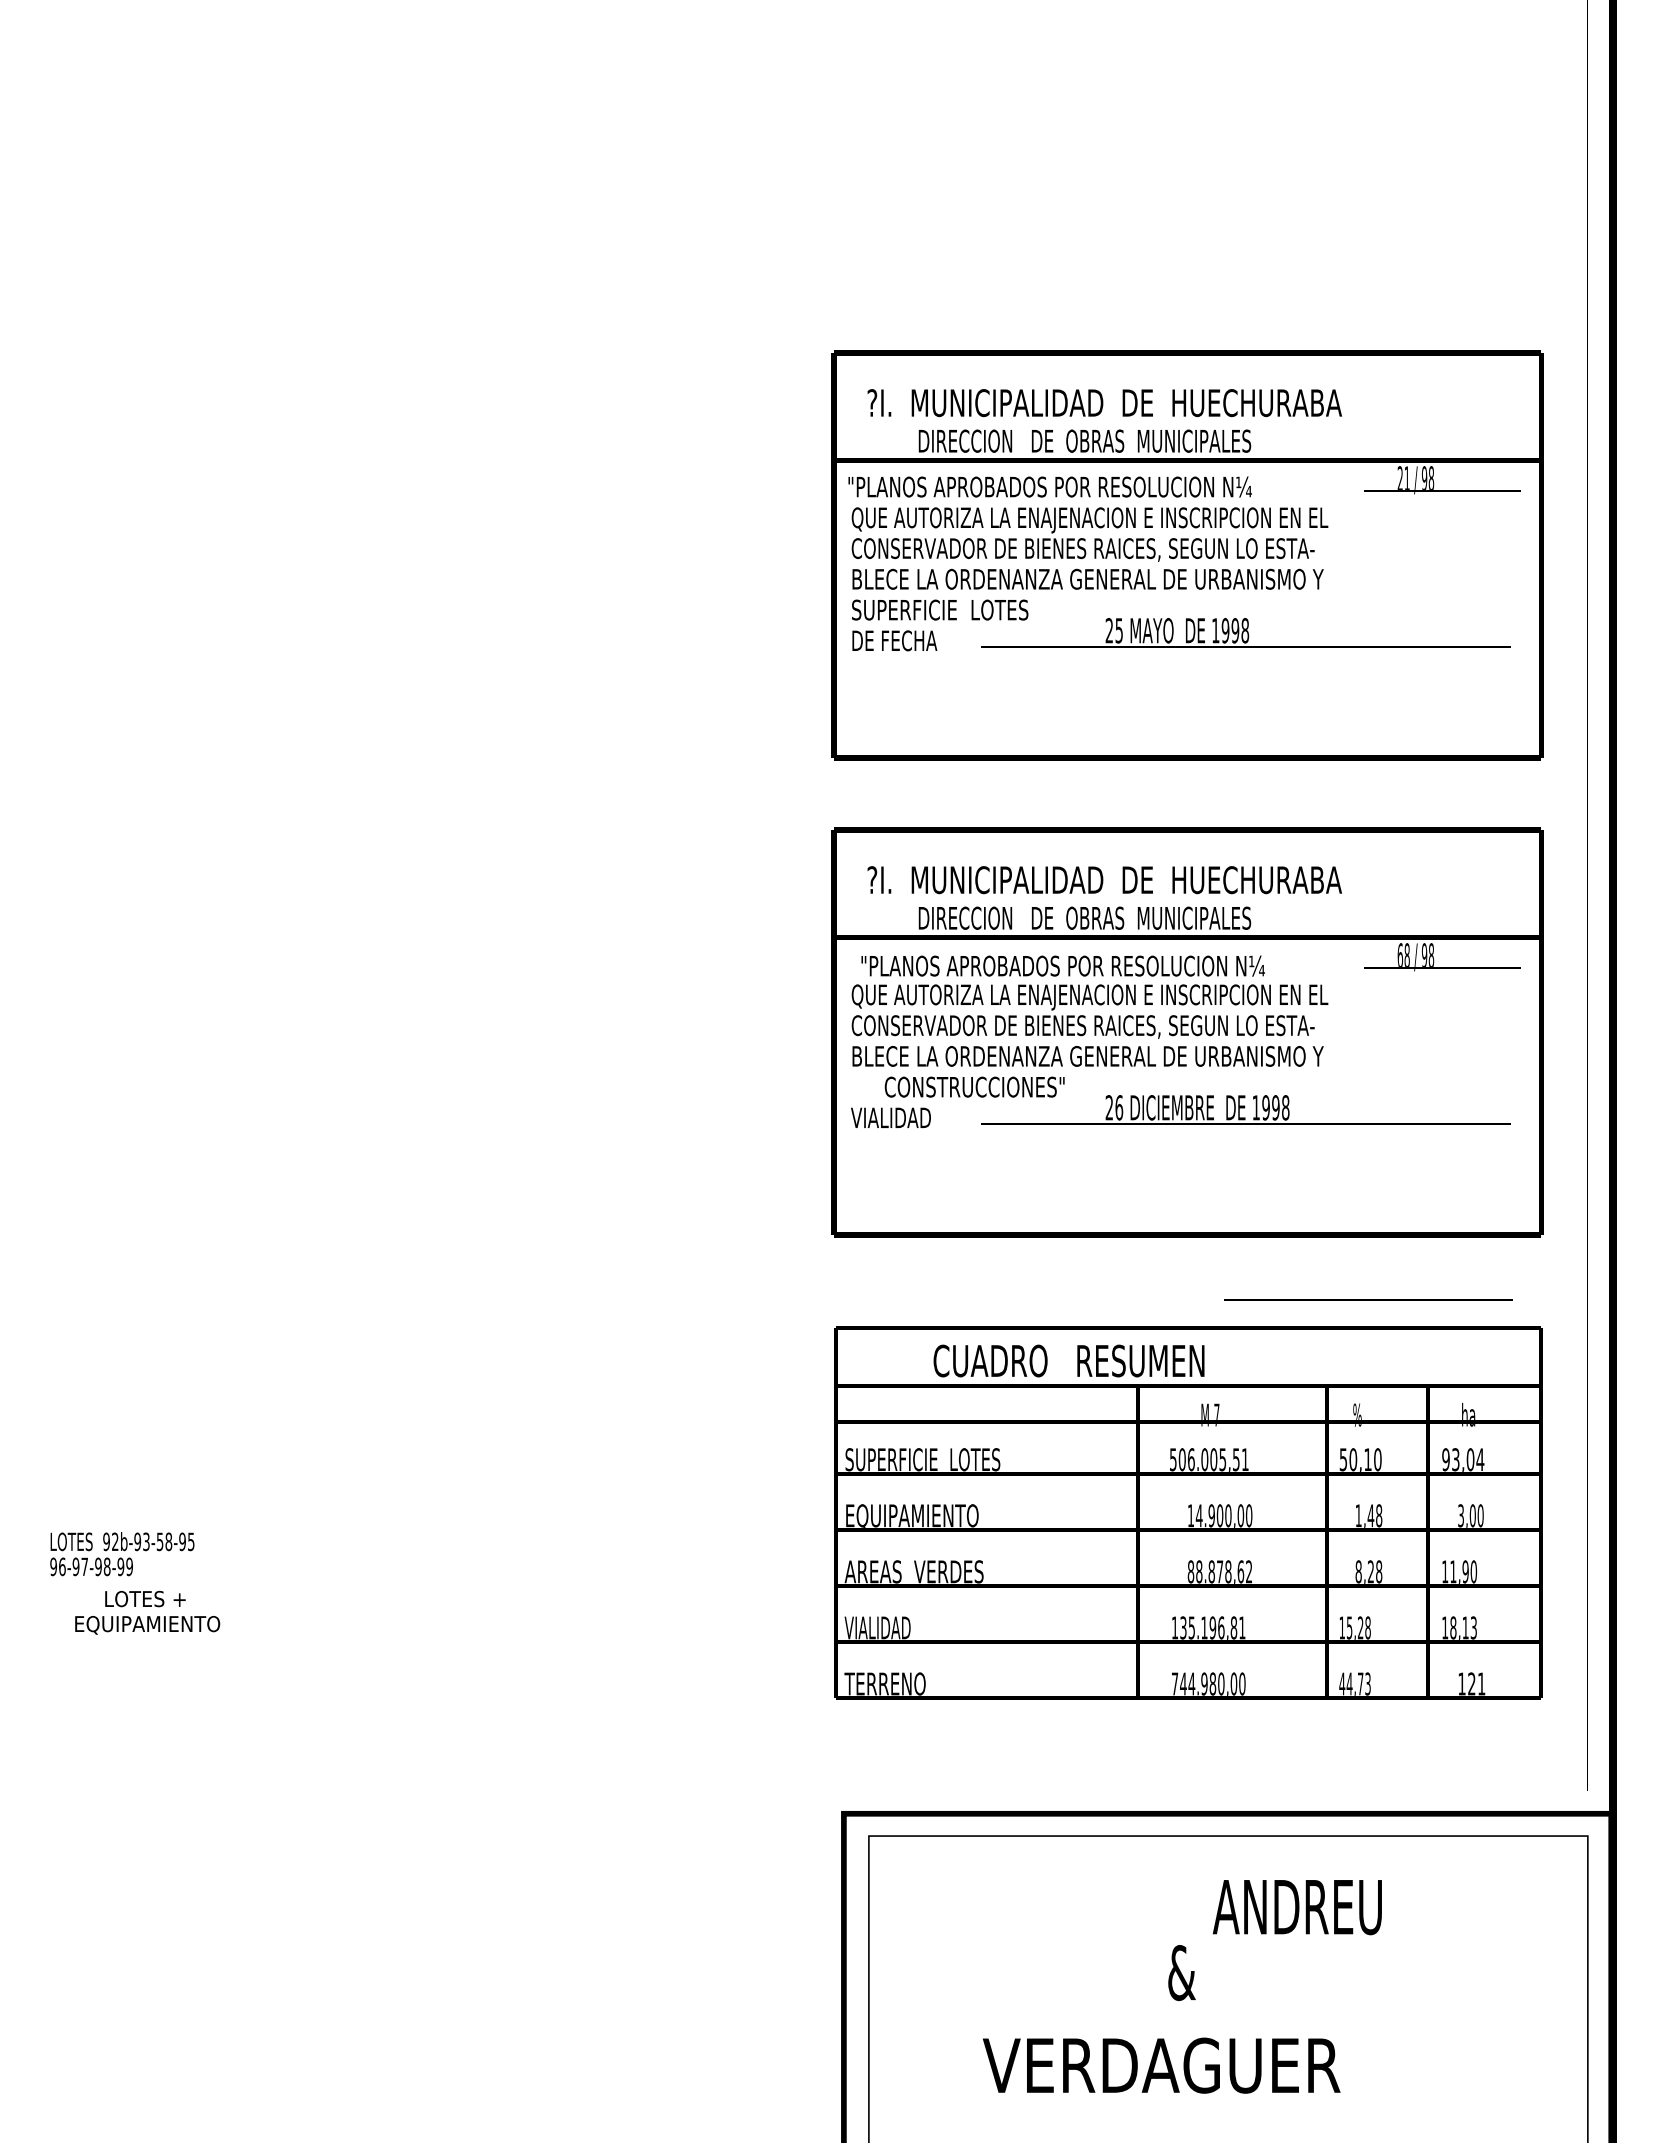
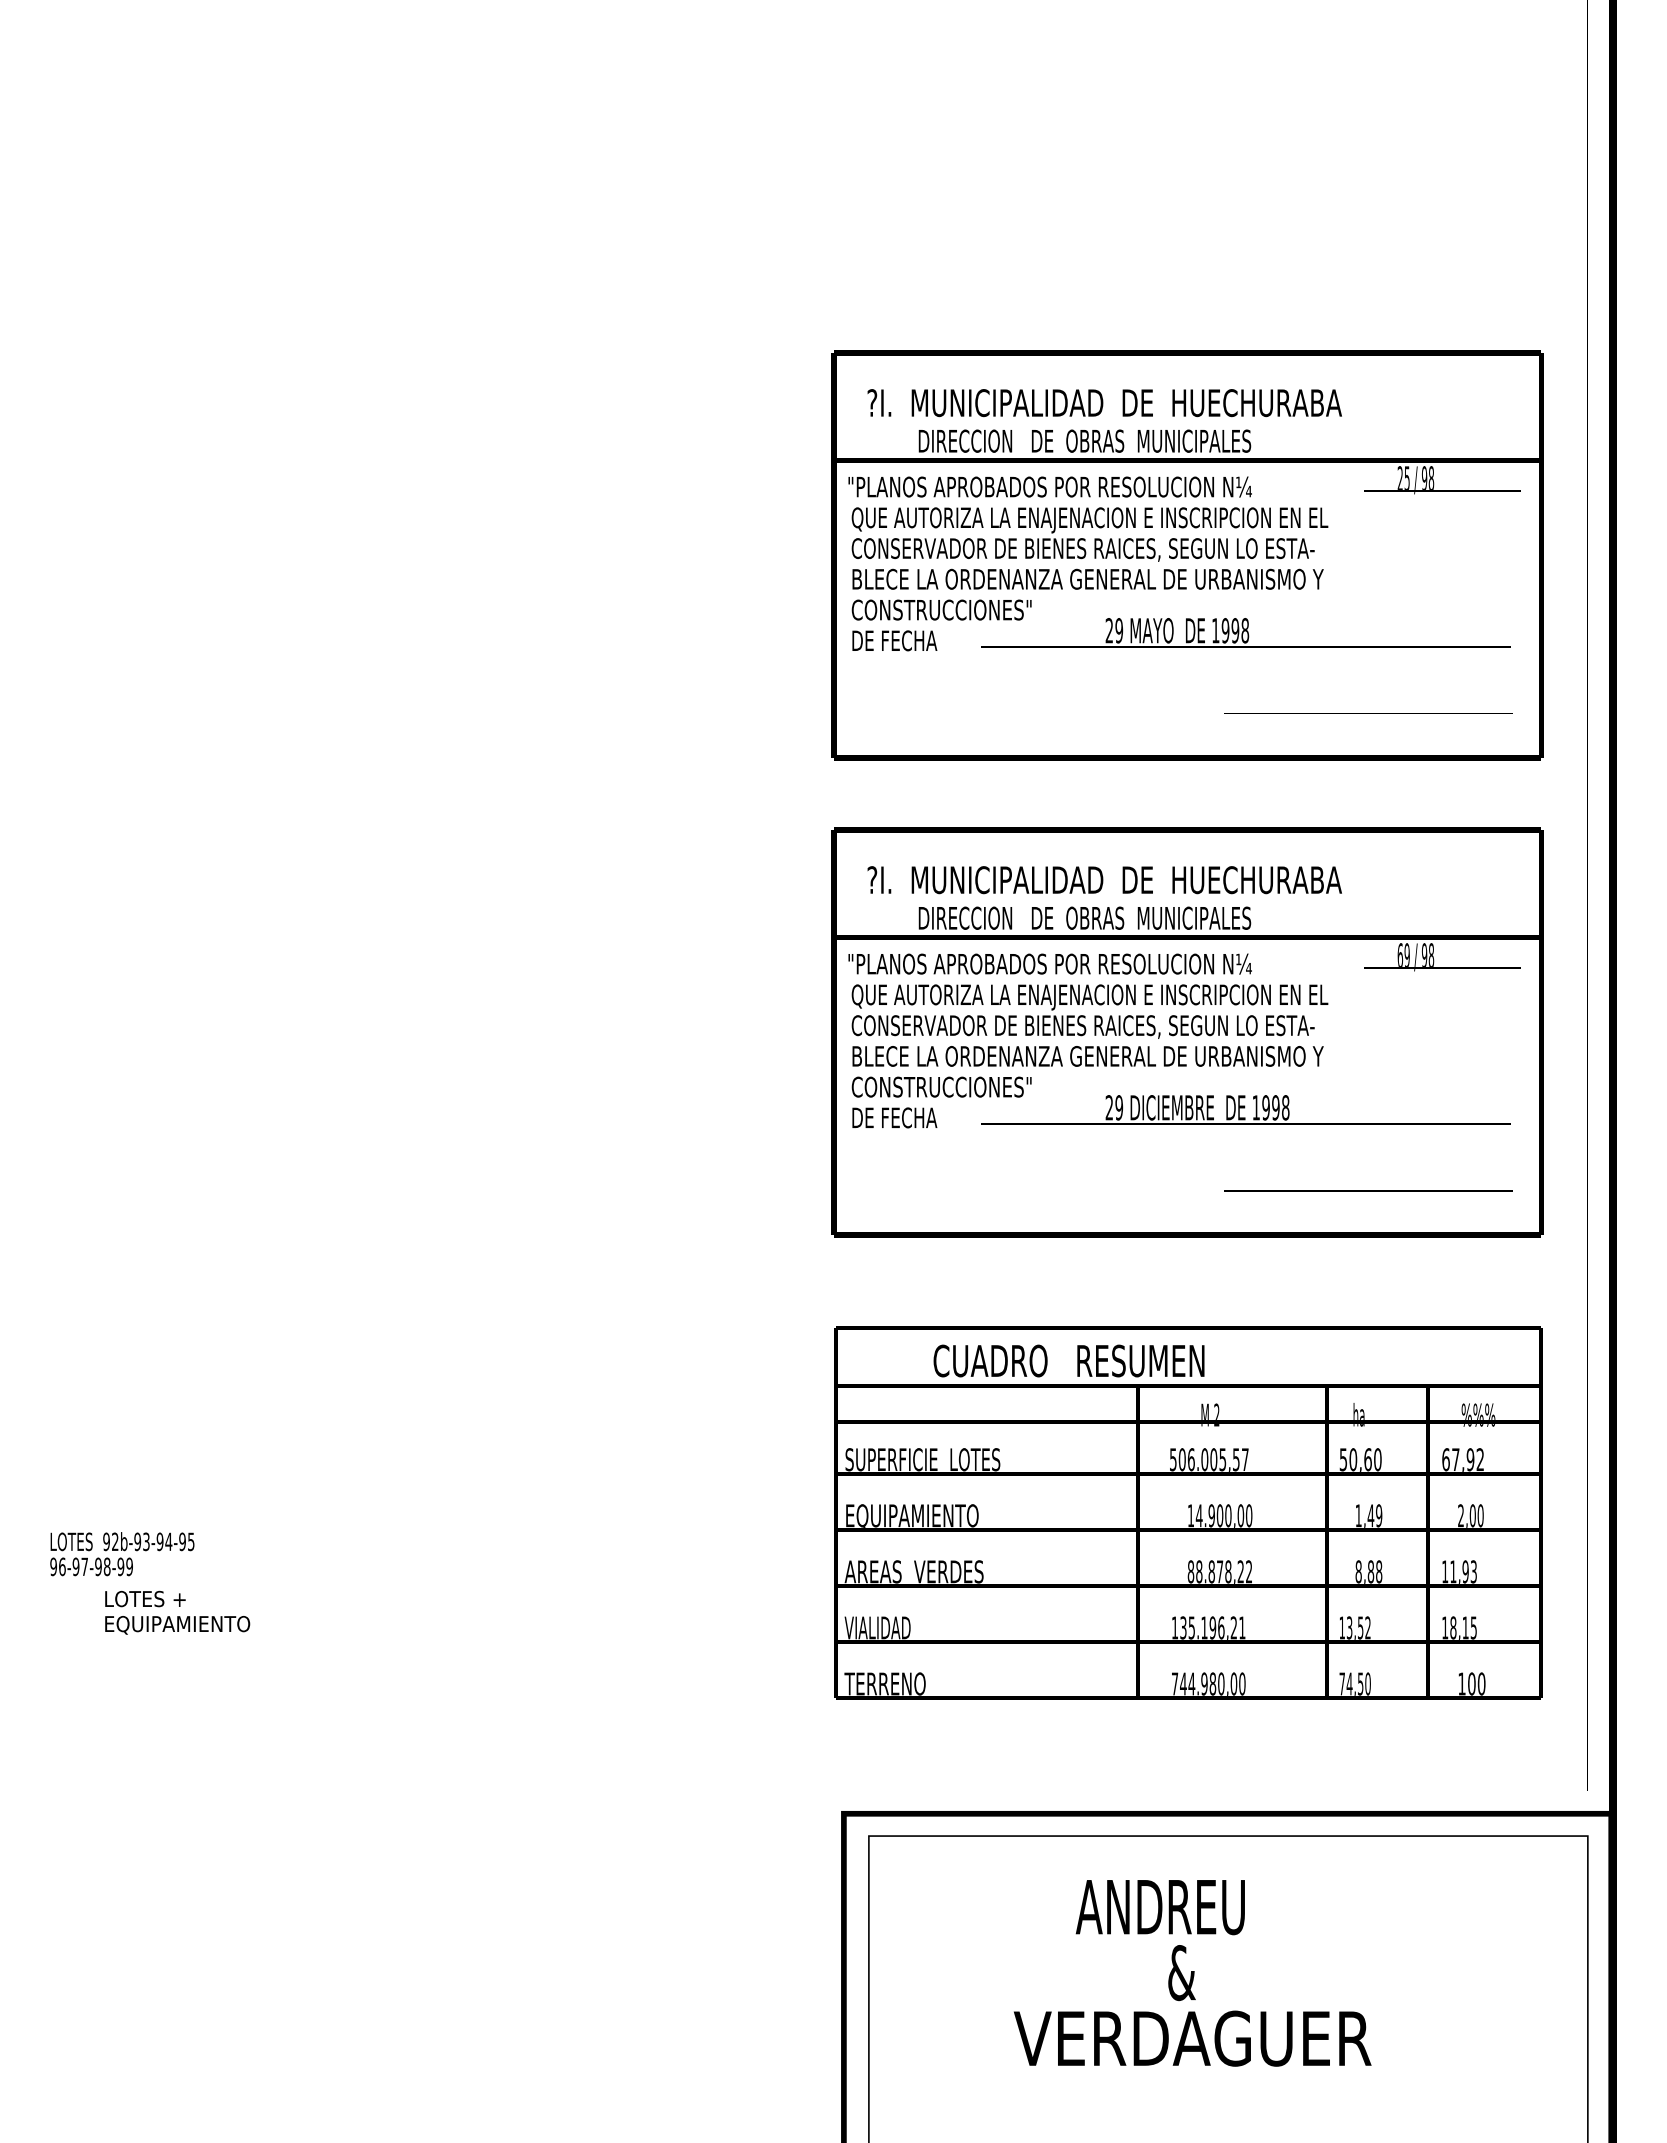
text at (1406, 477): 21 -> 25
text at (941, 609): SUPERFICIE  LOTES -> CONSTRUCCIONES"
text at (1119, 630): 25 -> 29
line at (1368, 713): none -> present
text at (1406, 954): 68 -> 69
text at (1062, 965) position: (1062, 965) -> (1049, 963)
text at (974, 1086) position: (974, 1086) -> (941, 1086)
text at (1119, 1107): 26 -> 29
text at (894, 1117): VIALIDAD -> DE FECHA
line at (1368, 1299) position: (1368, 1299) -> (1368, 1190)
text at (1216, 1414): 7 -> 2
text at (1358, 1414): %%% -> ha
text at (1478, 1414): ha -> %%%
text at (1245, 1459): 506.005,51 -> 506.005,57
text at (1367, 1459): 50,10 -> 50,60
text at (1463, 1459): 93,04 -> 67,92
text at (1379, 1515): 1,48 -> 1,49
text at (1460, 1516): 3,00 -> 2,00
text at (164, 1541): 92b-93-58-95 -> 92b-93-94-95
text at (1240, 1571): 88.878,62 -> 88.878,22
text at (1370, 1571): 8,28 -> 8,88
text at (1473, 1571): 11,90 -> 11,93
text at (147, 1625) position: (147, 1625) -> (177, 1625)
text at (1233, 1627): 135.196,81 -> 135.196,21
text at (1358, 1627): 15,28 -> 13,52
text at (1473, 1627): 18,13 -> 18,15
text at (1354, 1683): 44,73 -> 74,50
text at (1476, 1683): 121 -> 100
text at (1296, 1907) position: (1296, 1907) -> (1159, 1907)
text at (1161, 2065) position: (1161, 2065) -> (1192, 2038)
